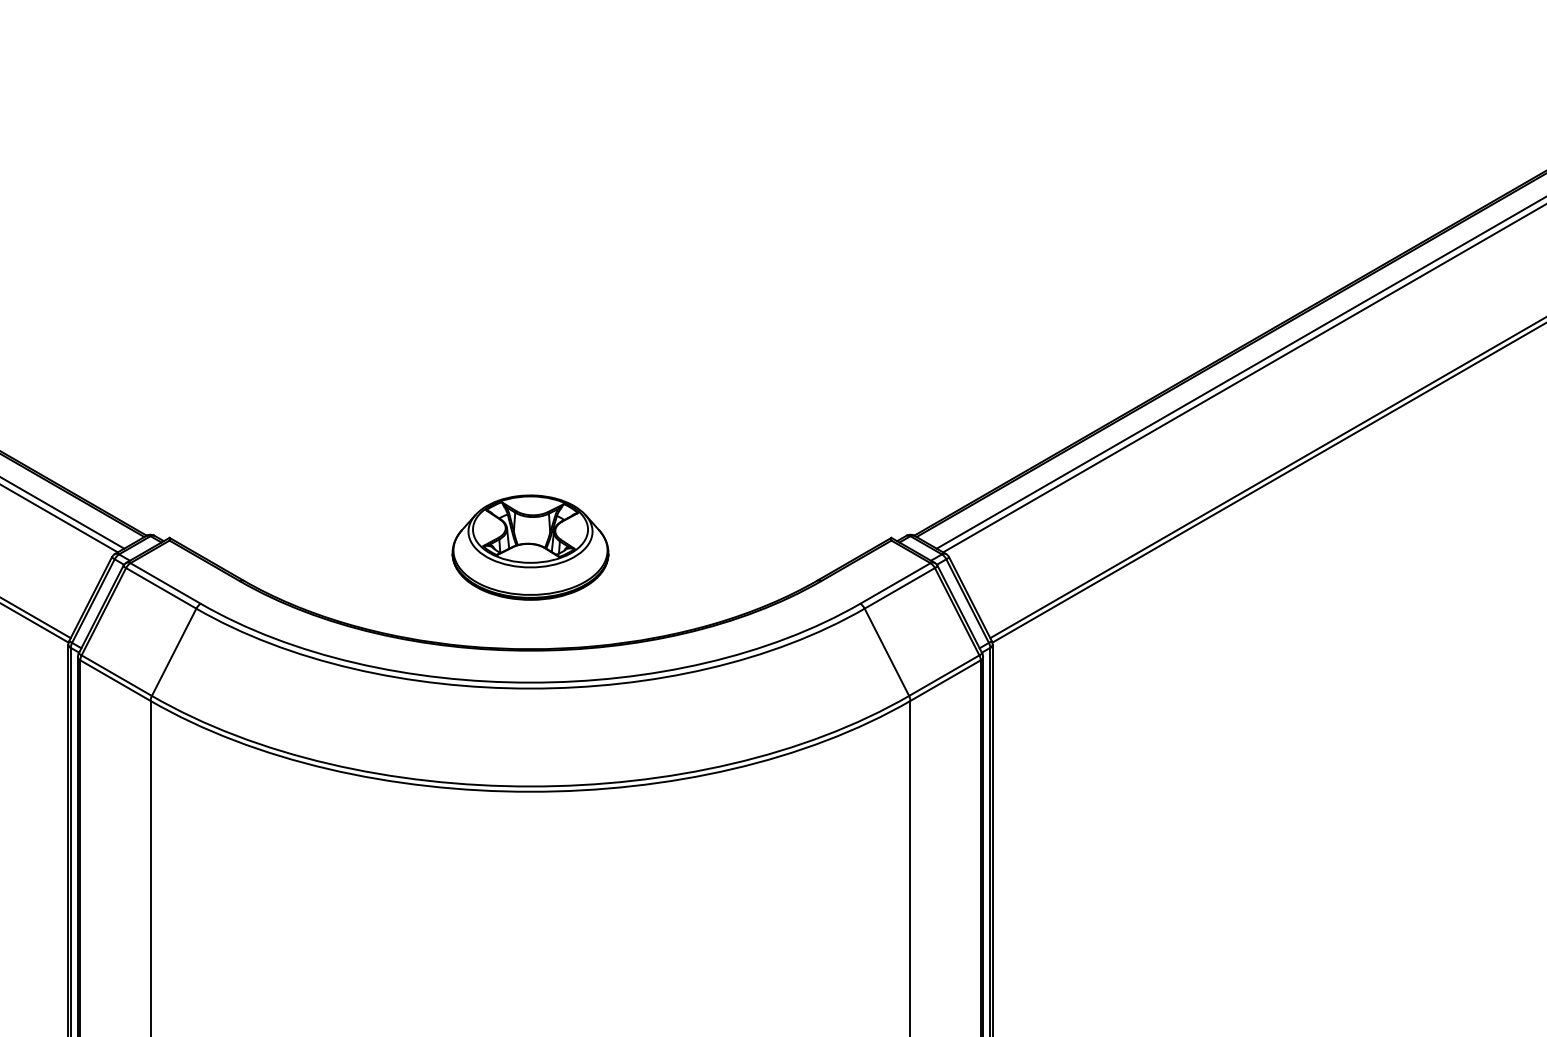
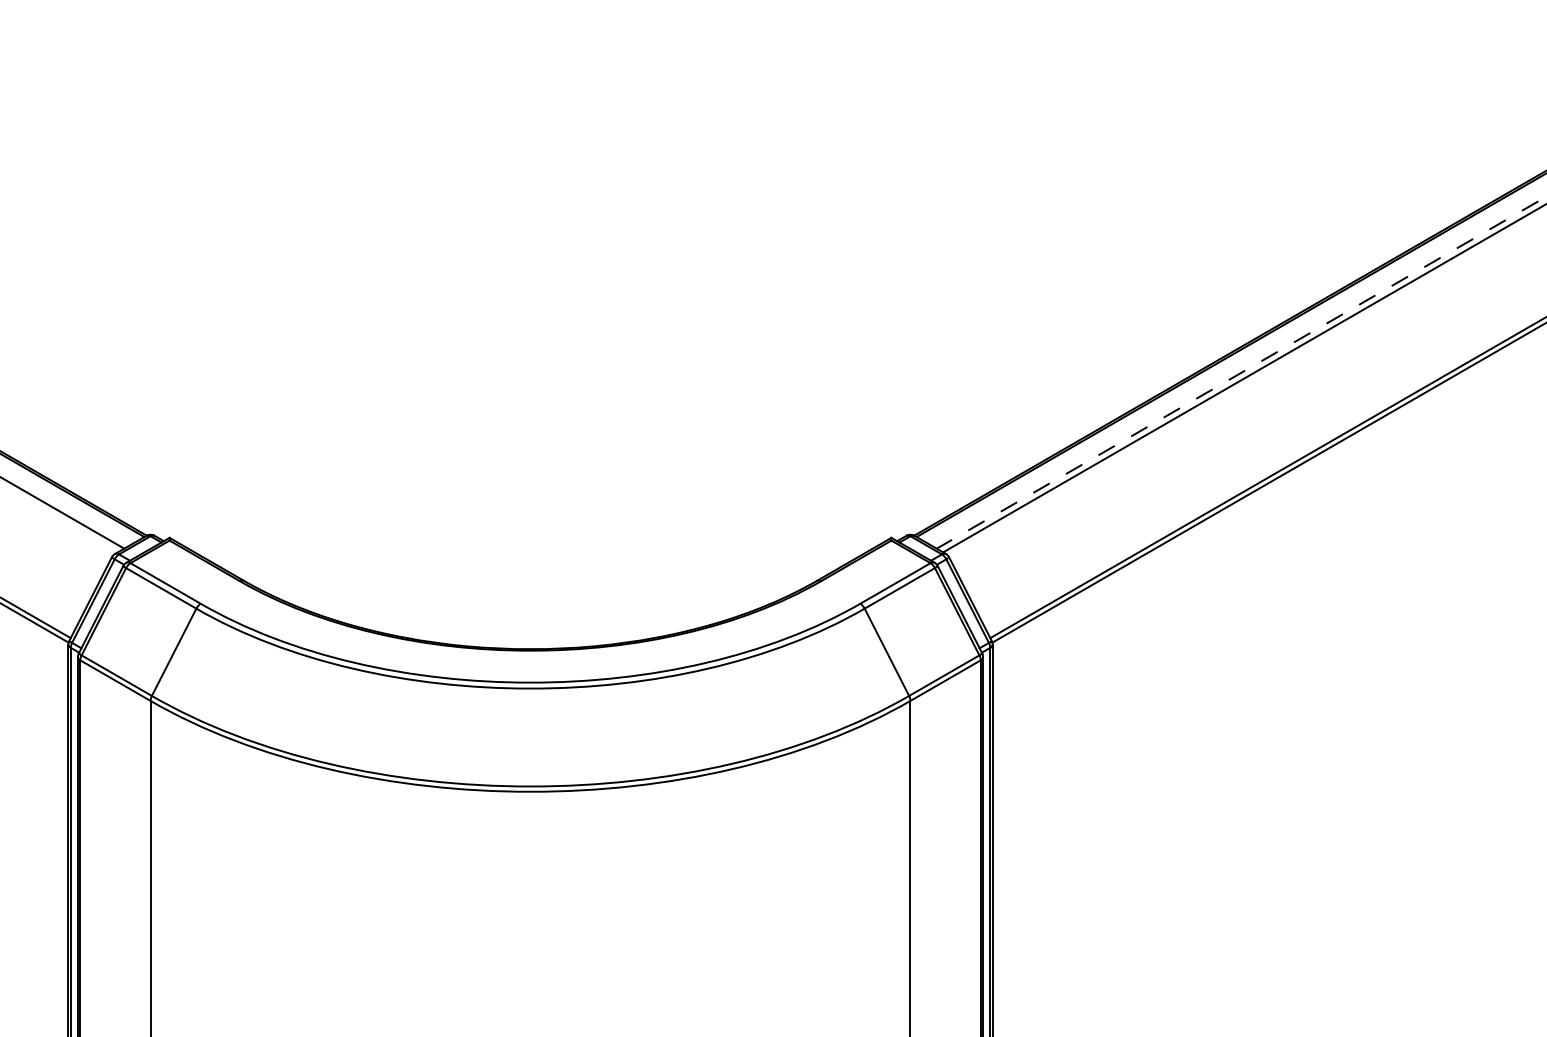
line at (1241, 372): solid -> dashed
line at (59, 518): present -> none
part at (530, 547): present -> none
